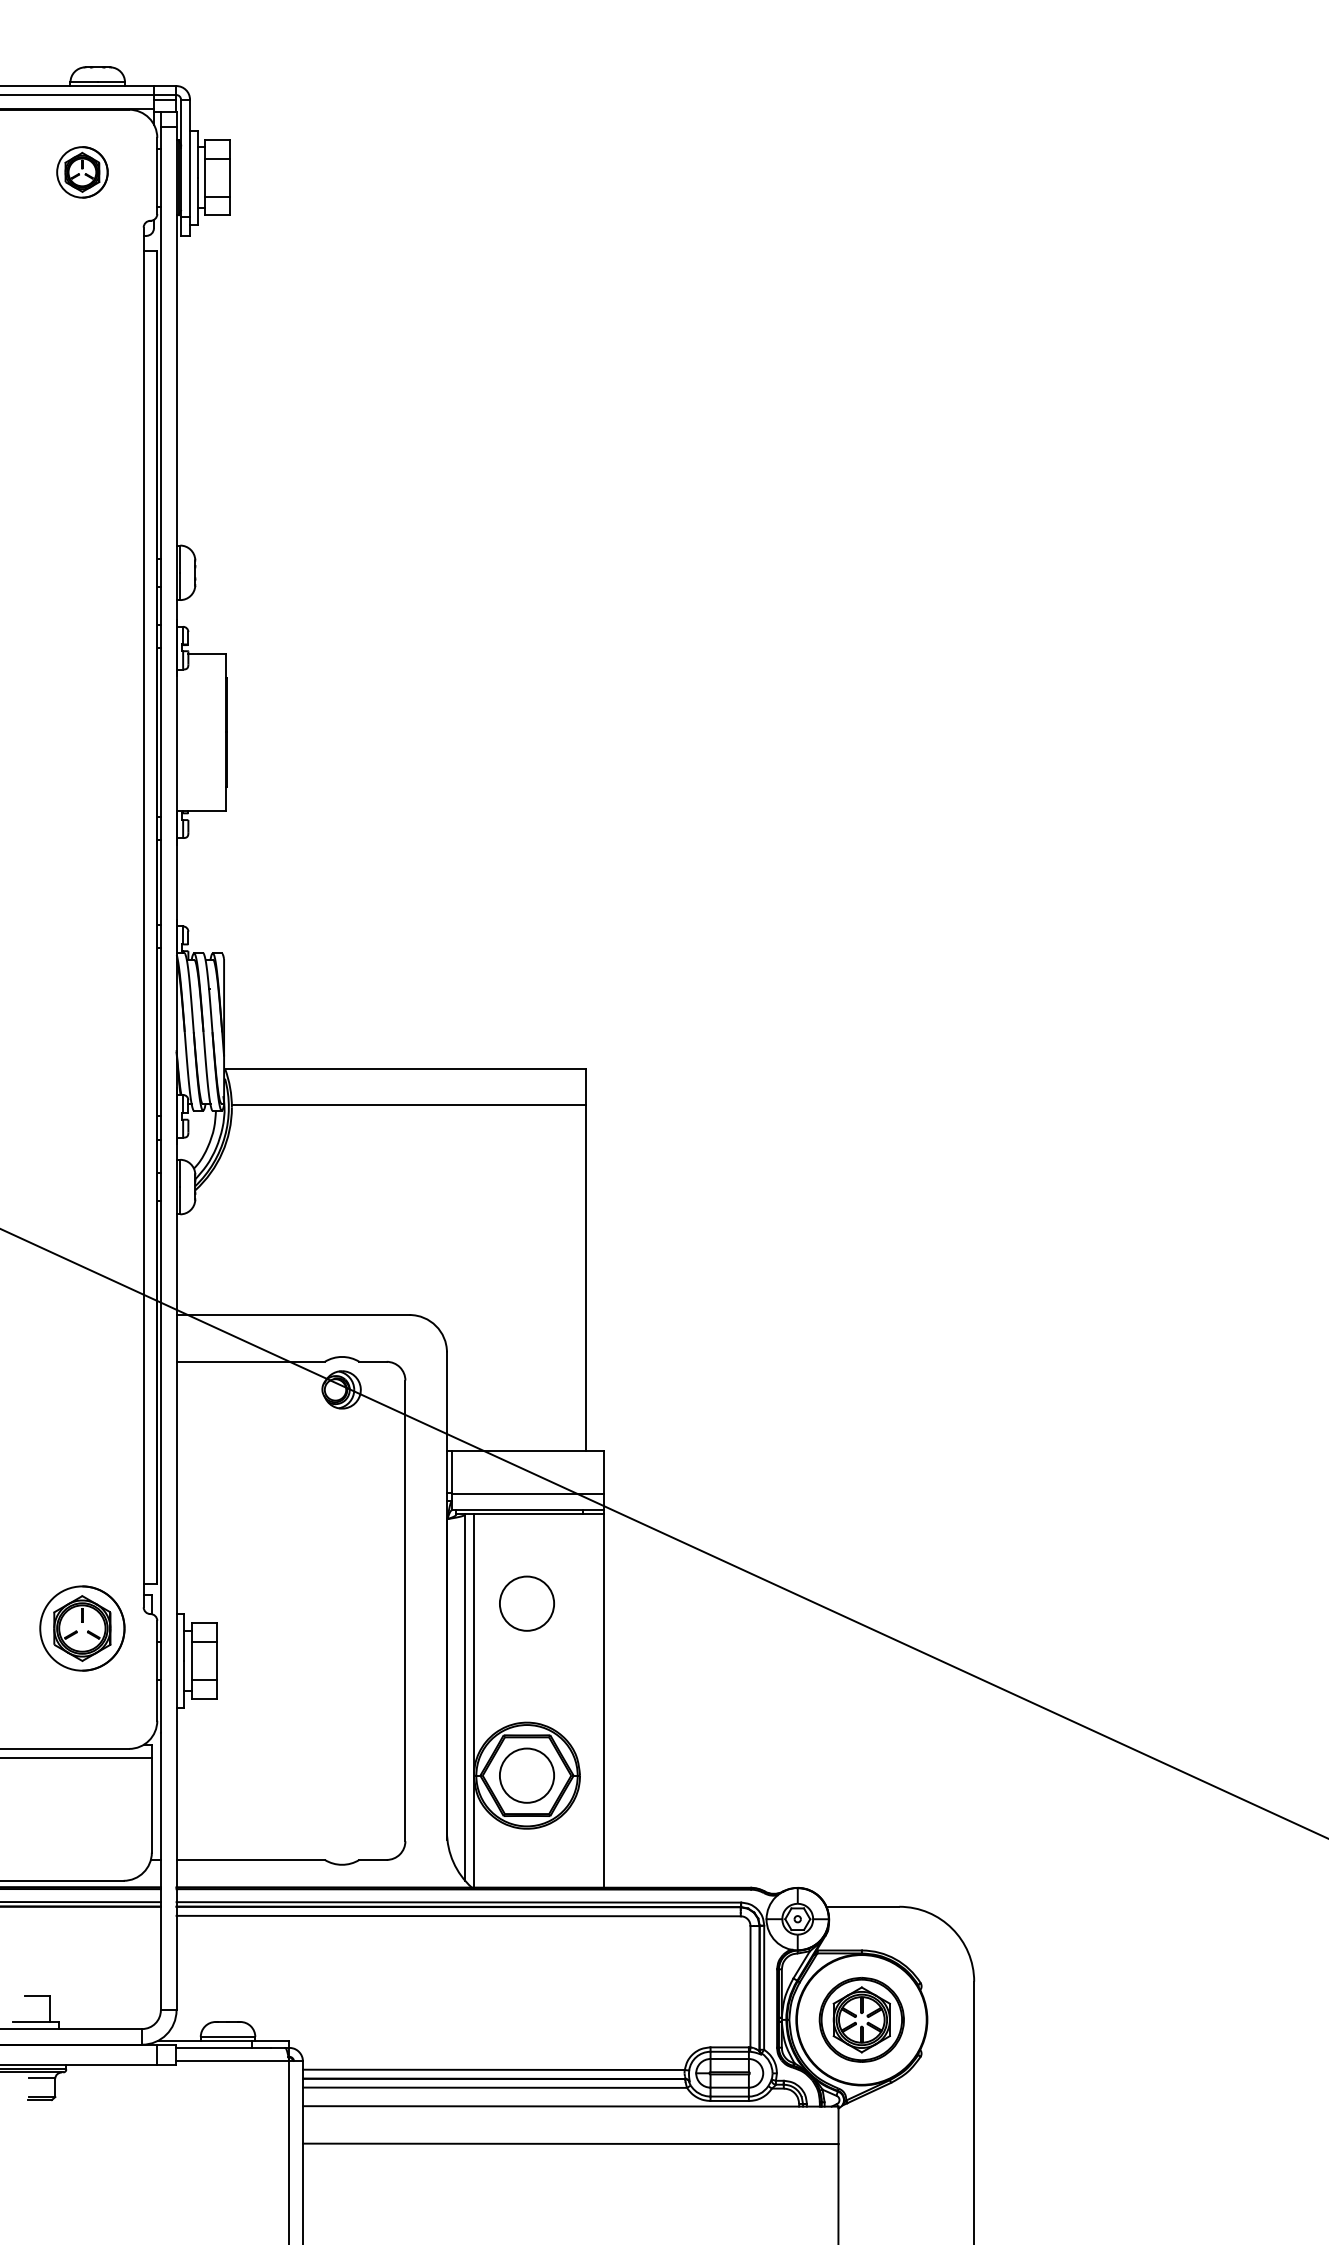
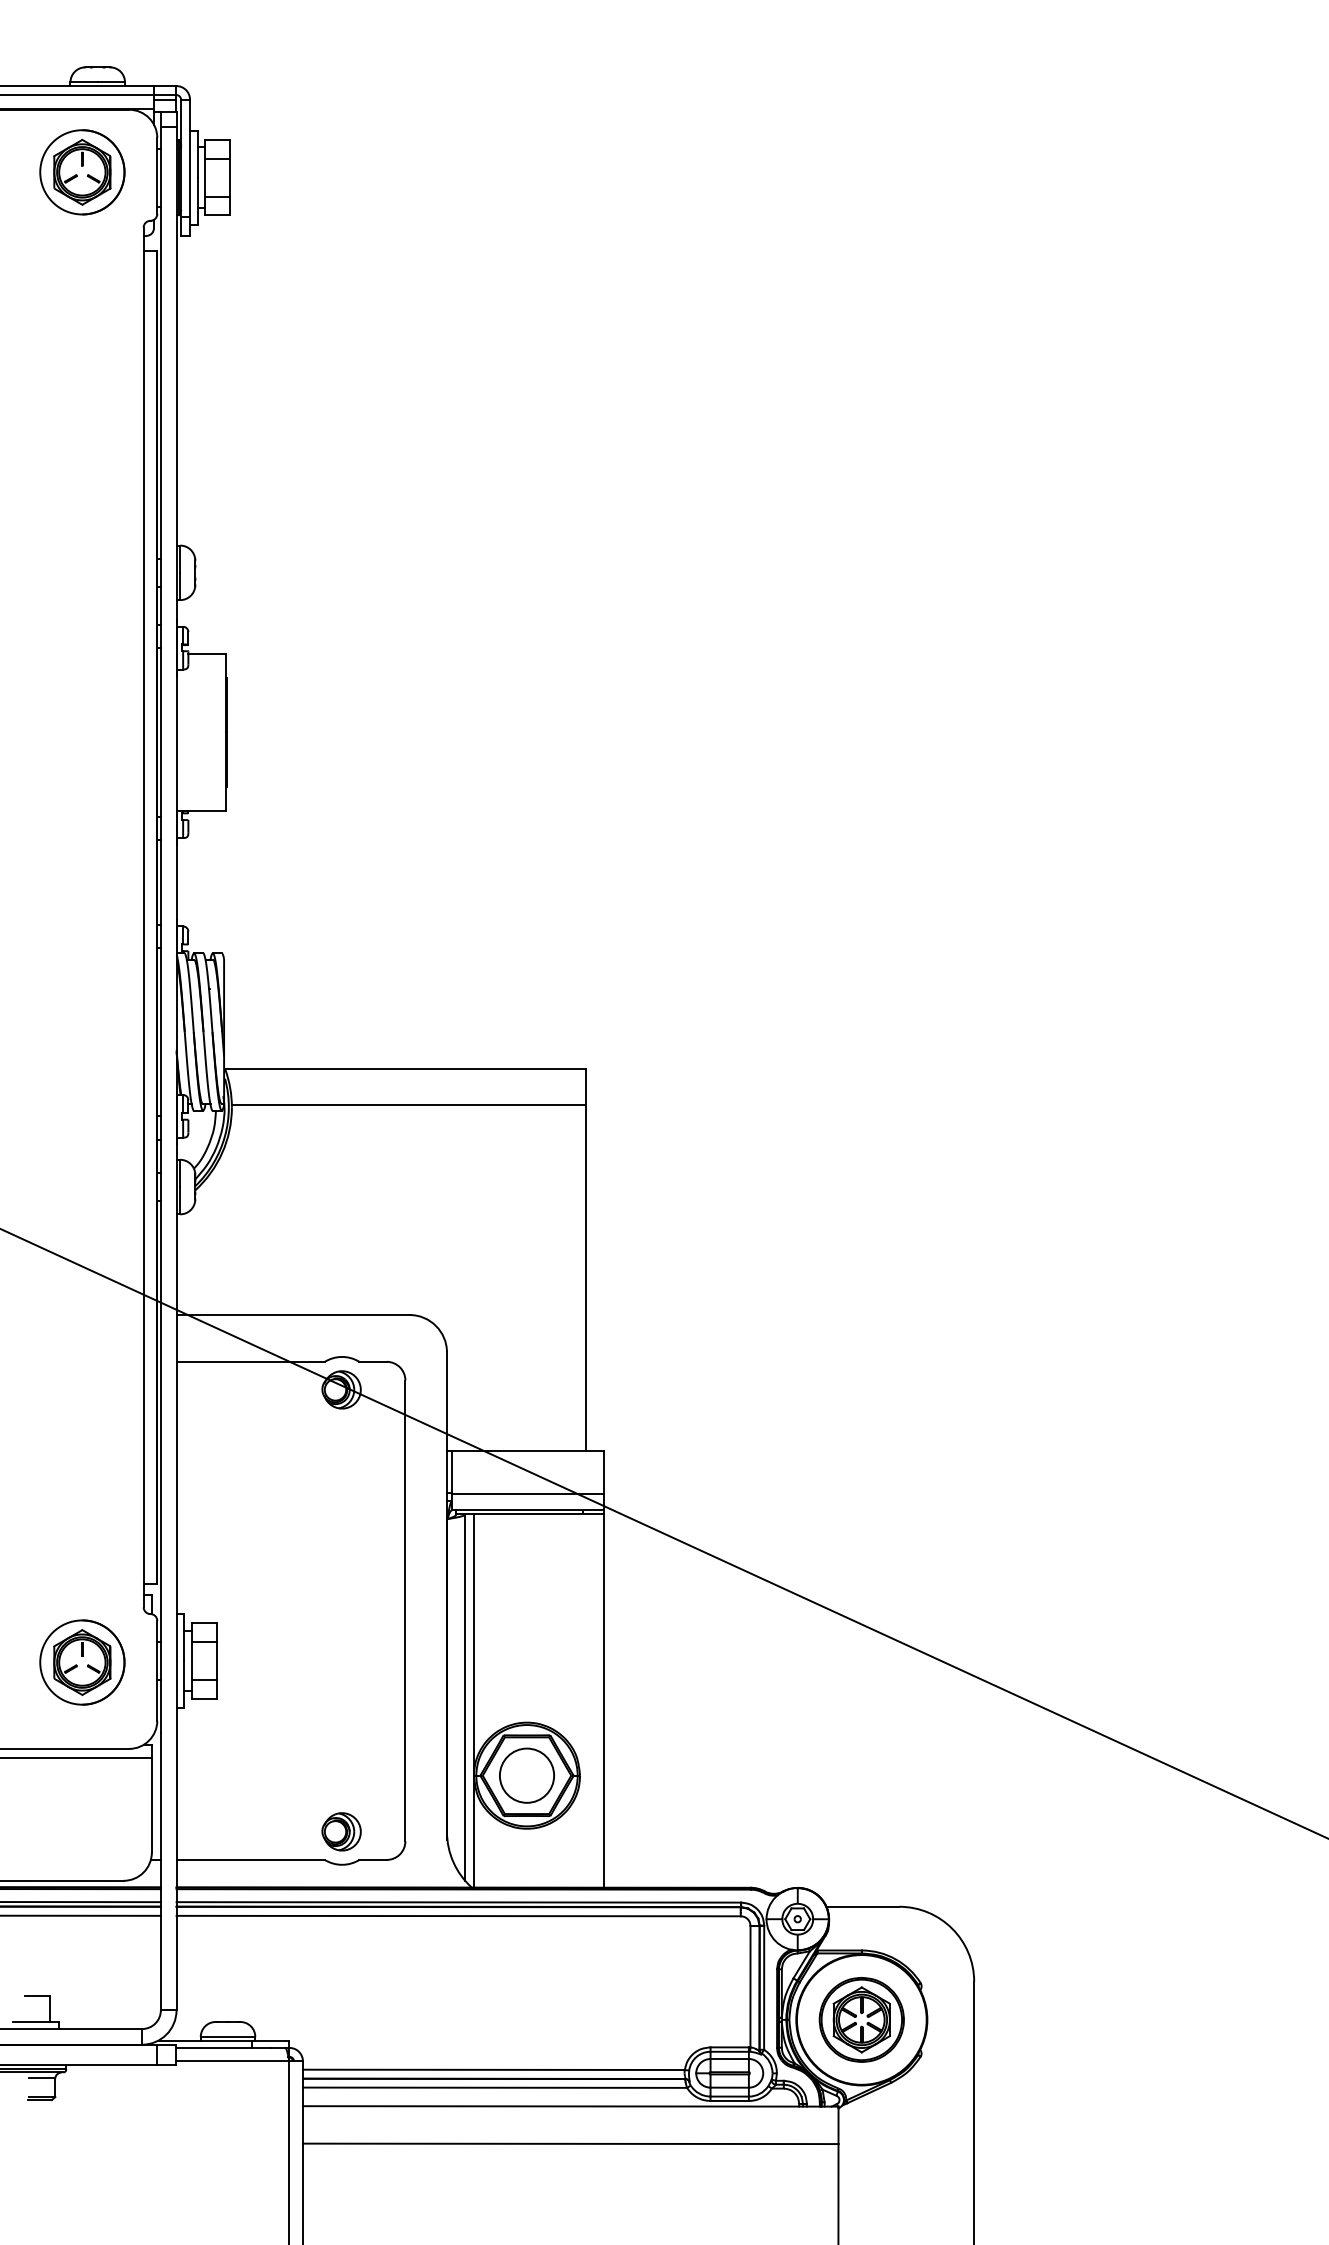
part at (82, 172) size: 53x53 px -> 87x87 px
circle at (526, 1603): present -> none
part at (82, 1628) position: (82, 1628) -> (82, 1662)
part at (341, 1831): none -> present
line at (81, 1915): none -> present
